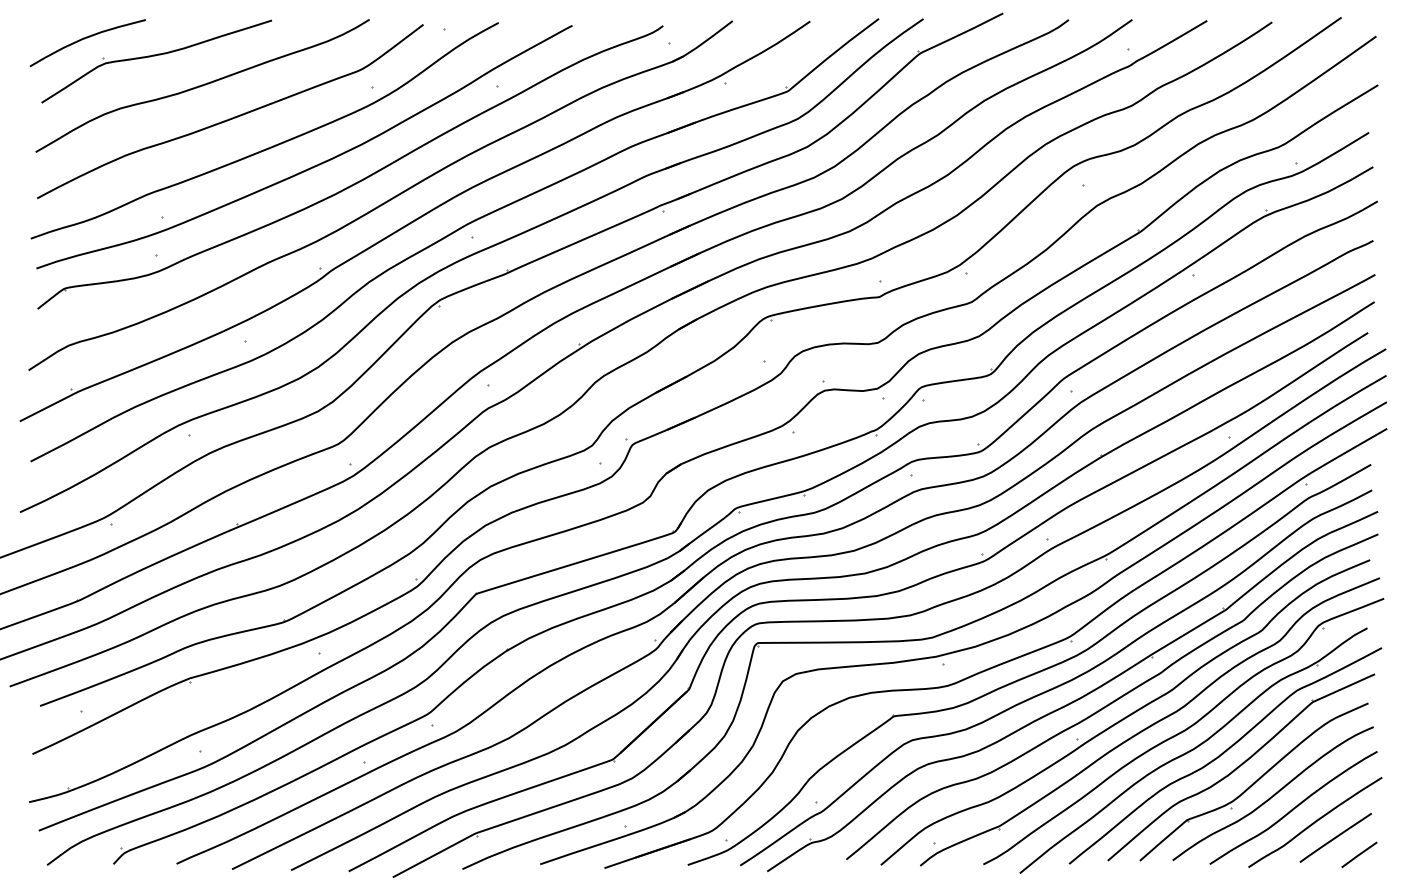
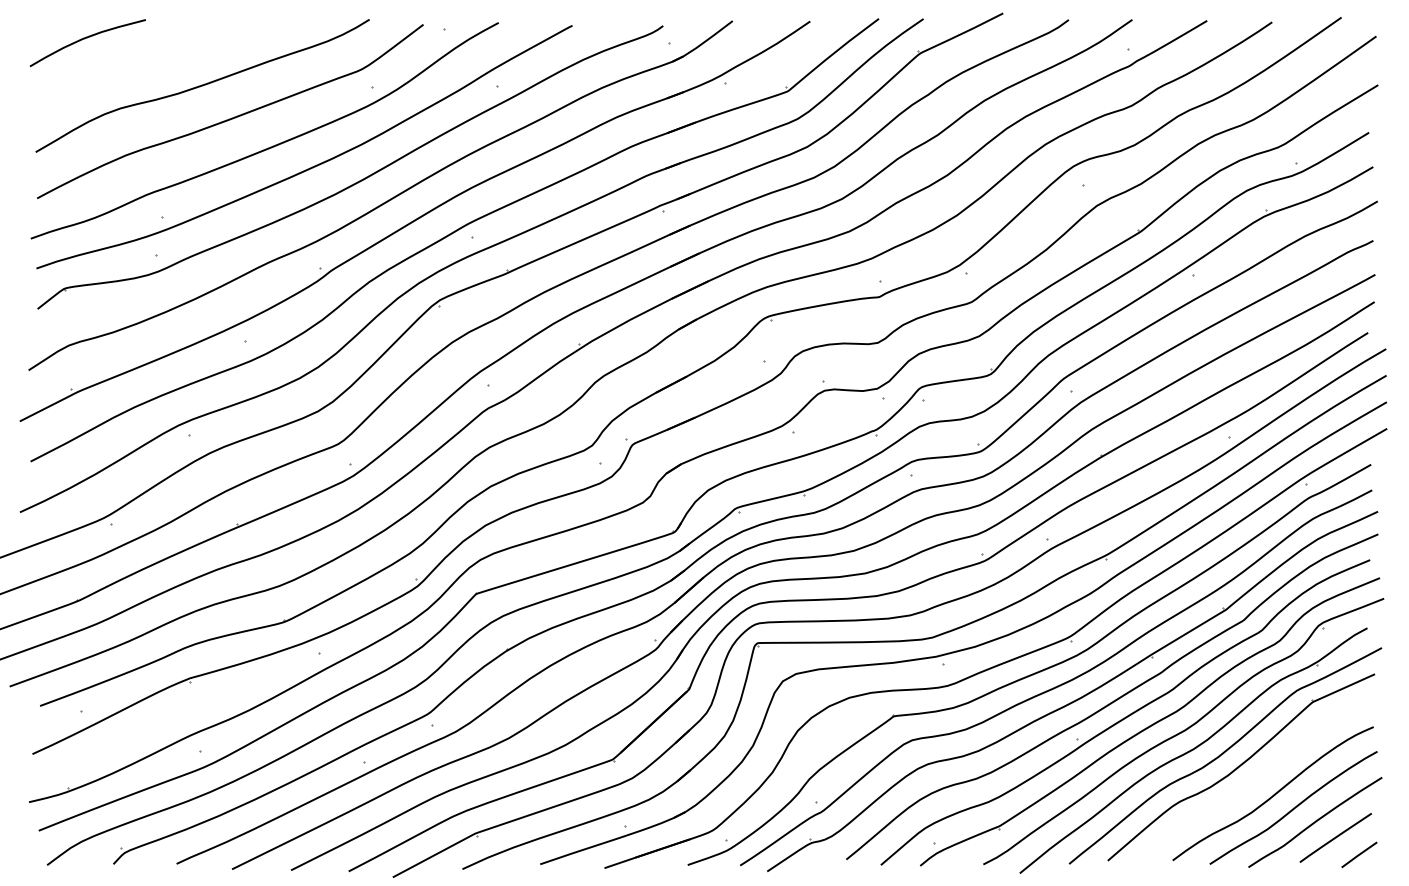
part at (156, 61): present -> none
part at (1253, 781): present -> none
